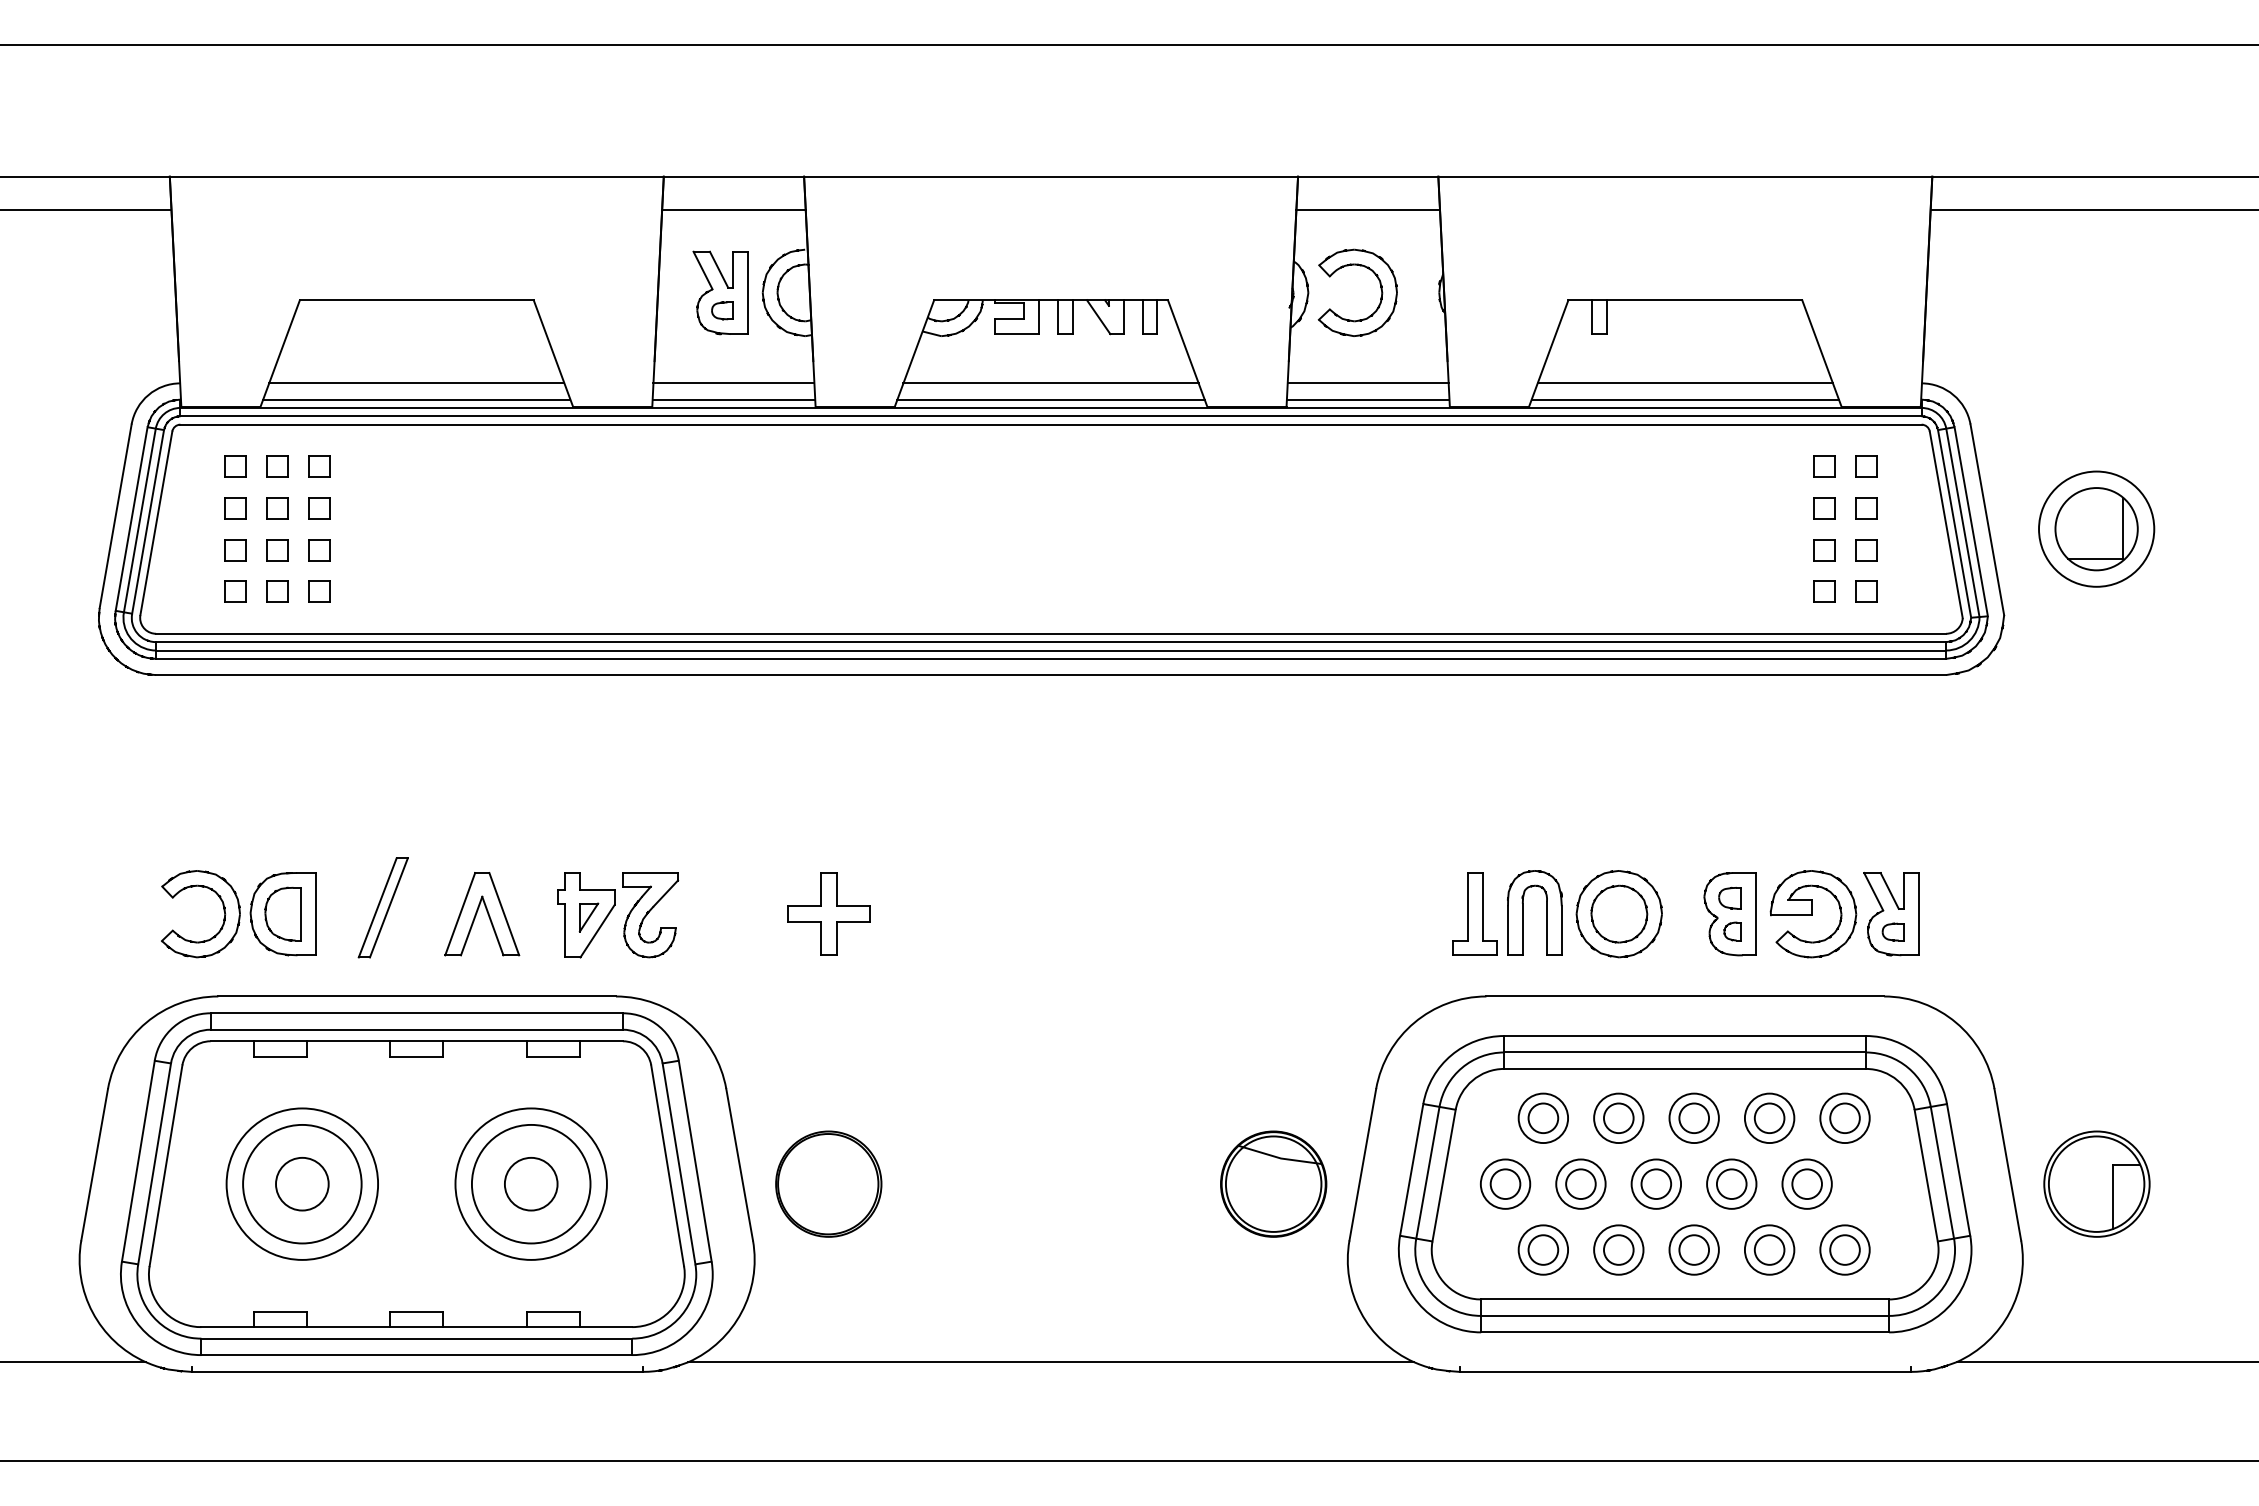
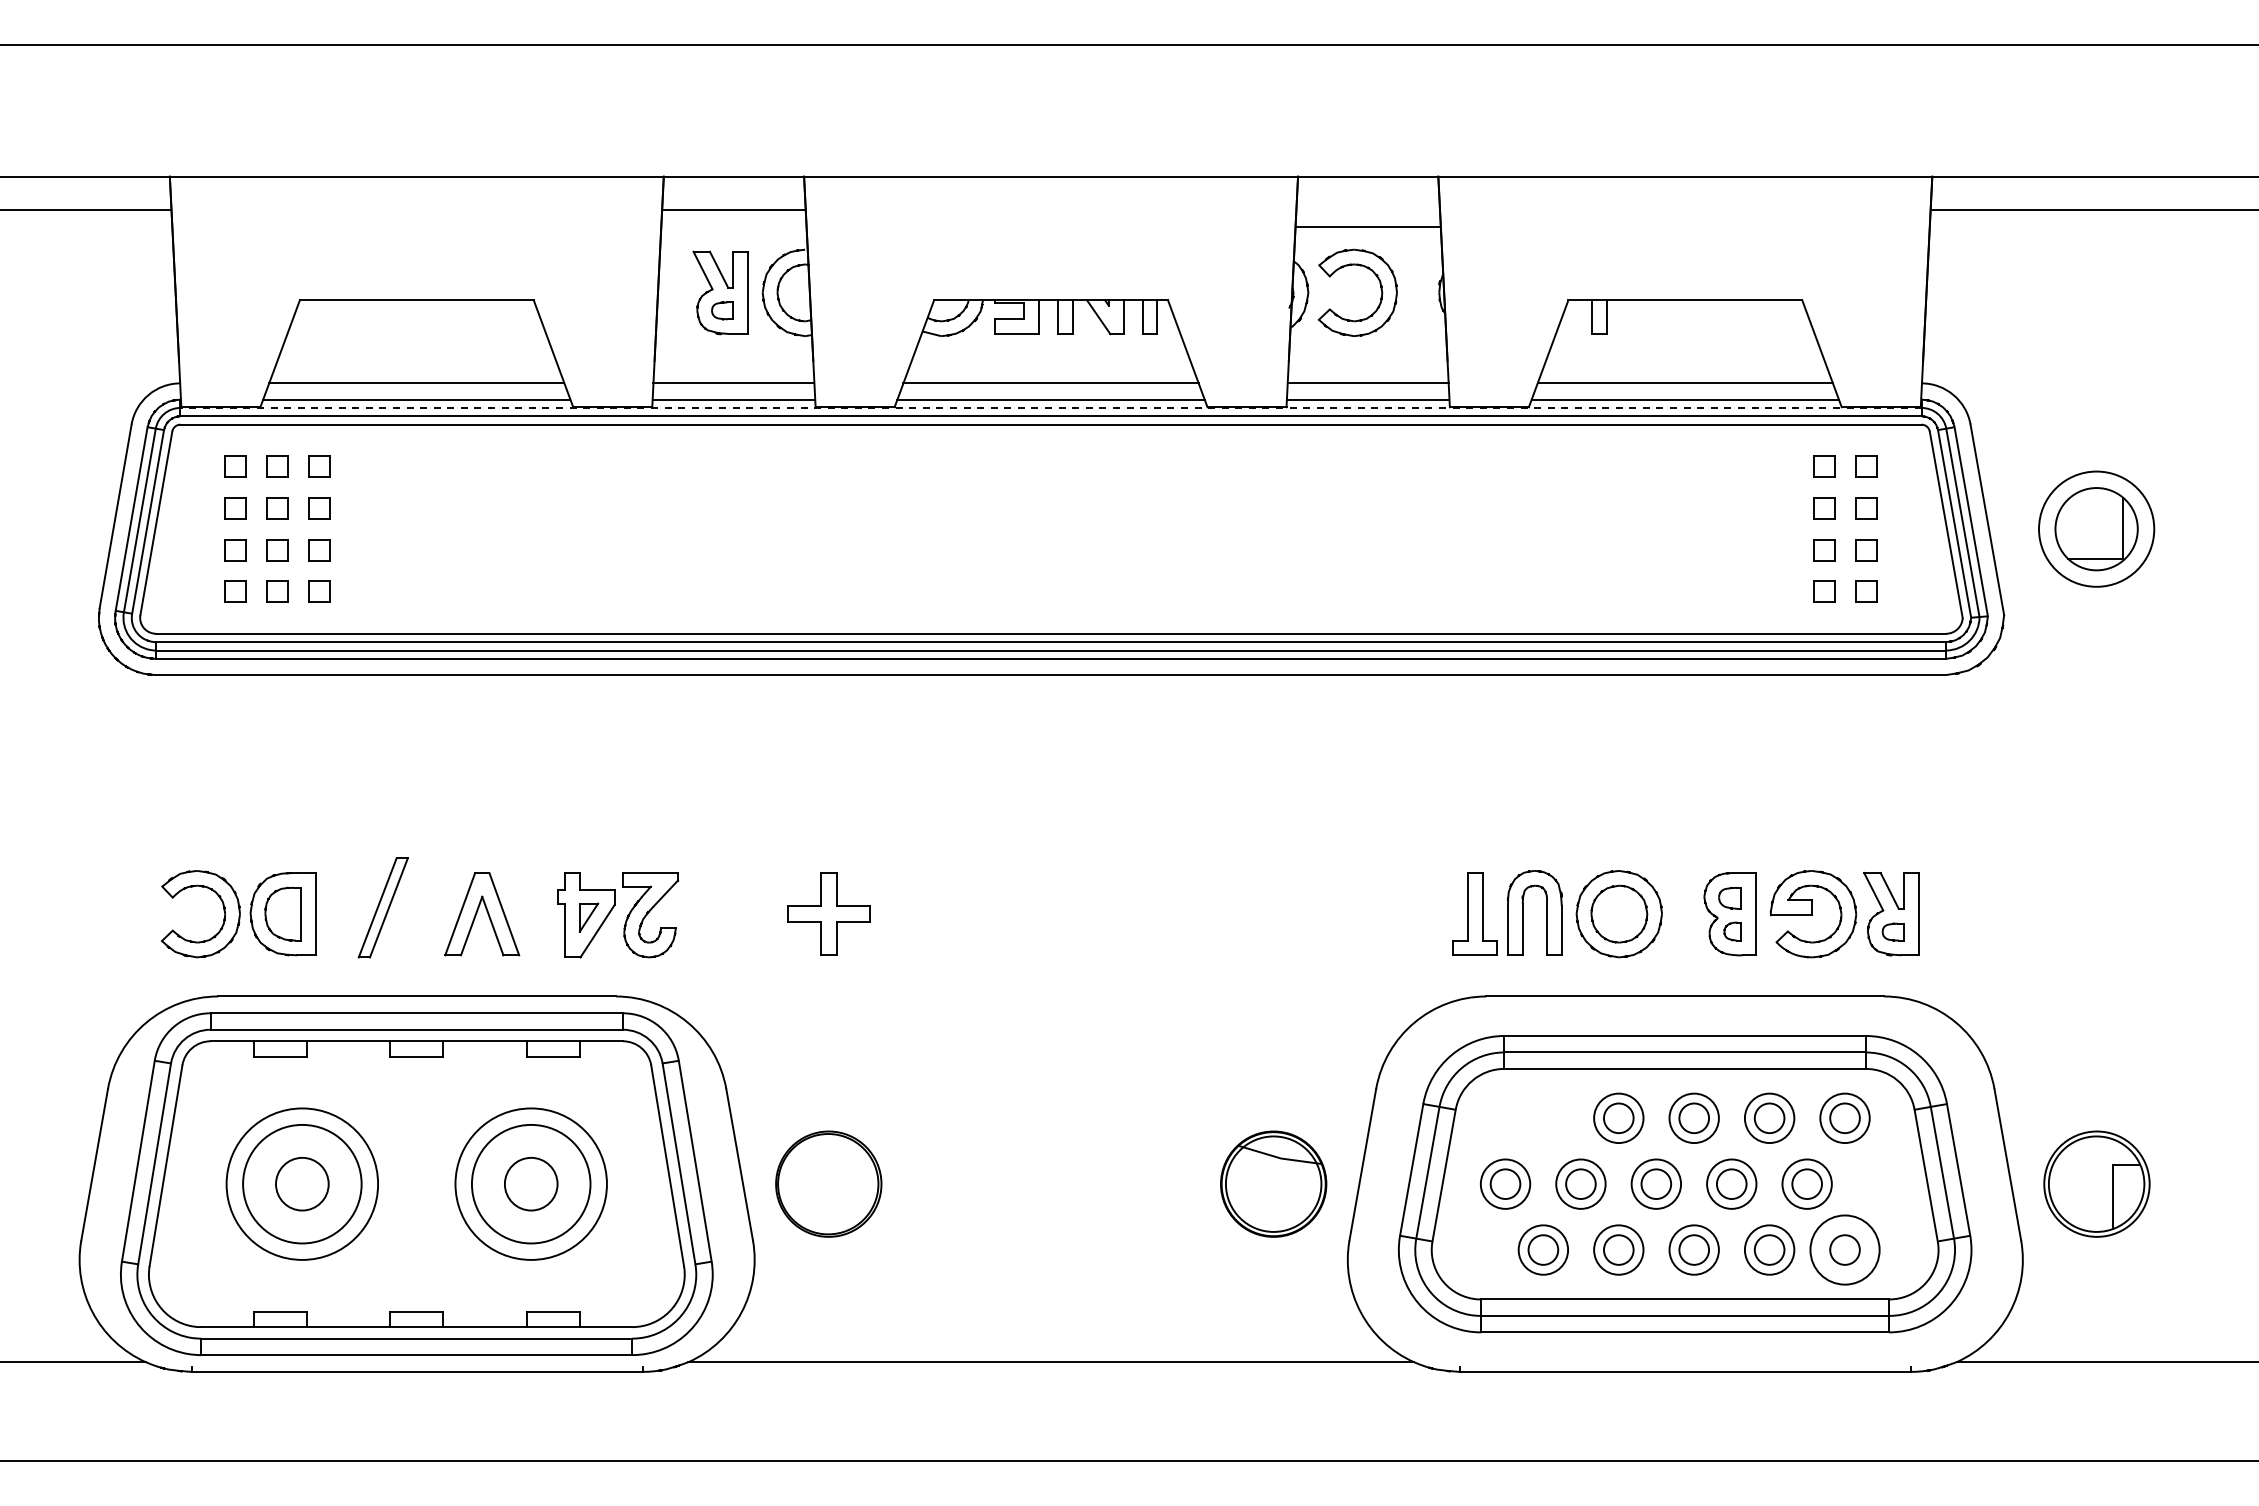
line at (1367, 209) position: (1367, 209) -> (1367, 226)
line at (1051, 407): solid -> dashed
part at (1542, 1117): present -> none
circle at (1844, 1249) diameter: 49 px -> 69 px
